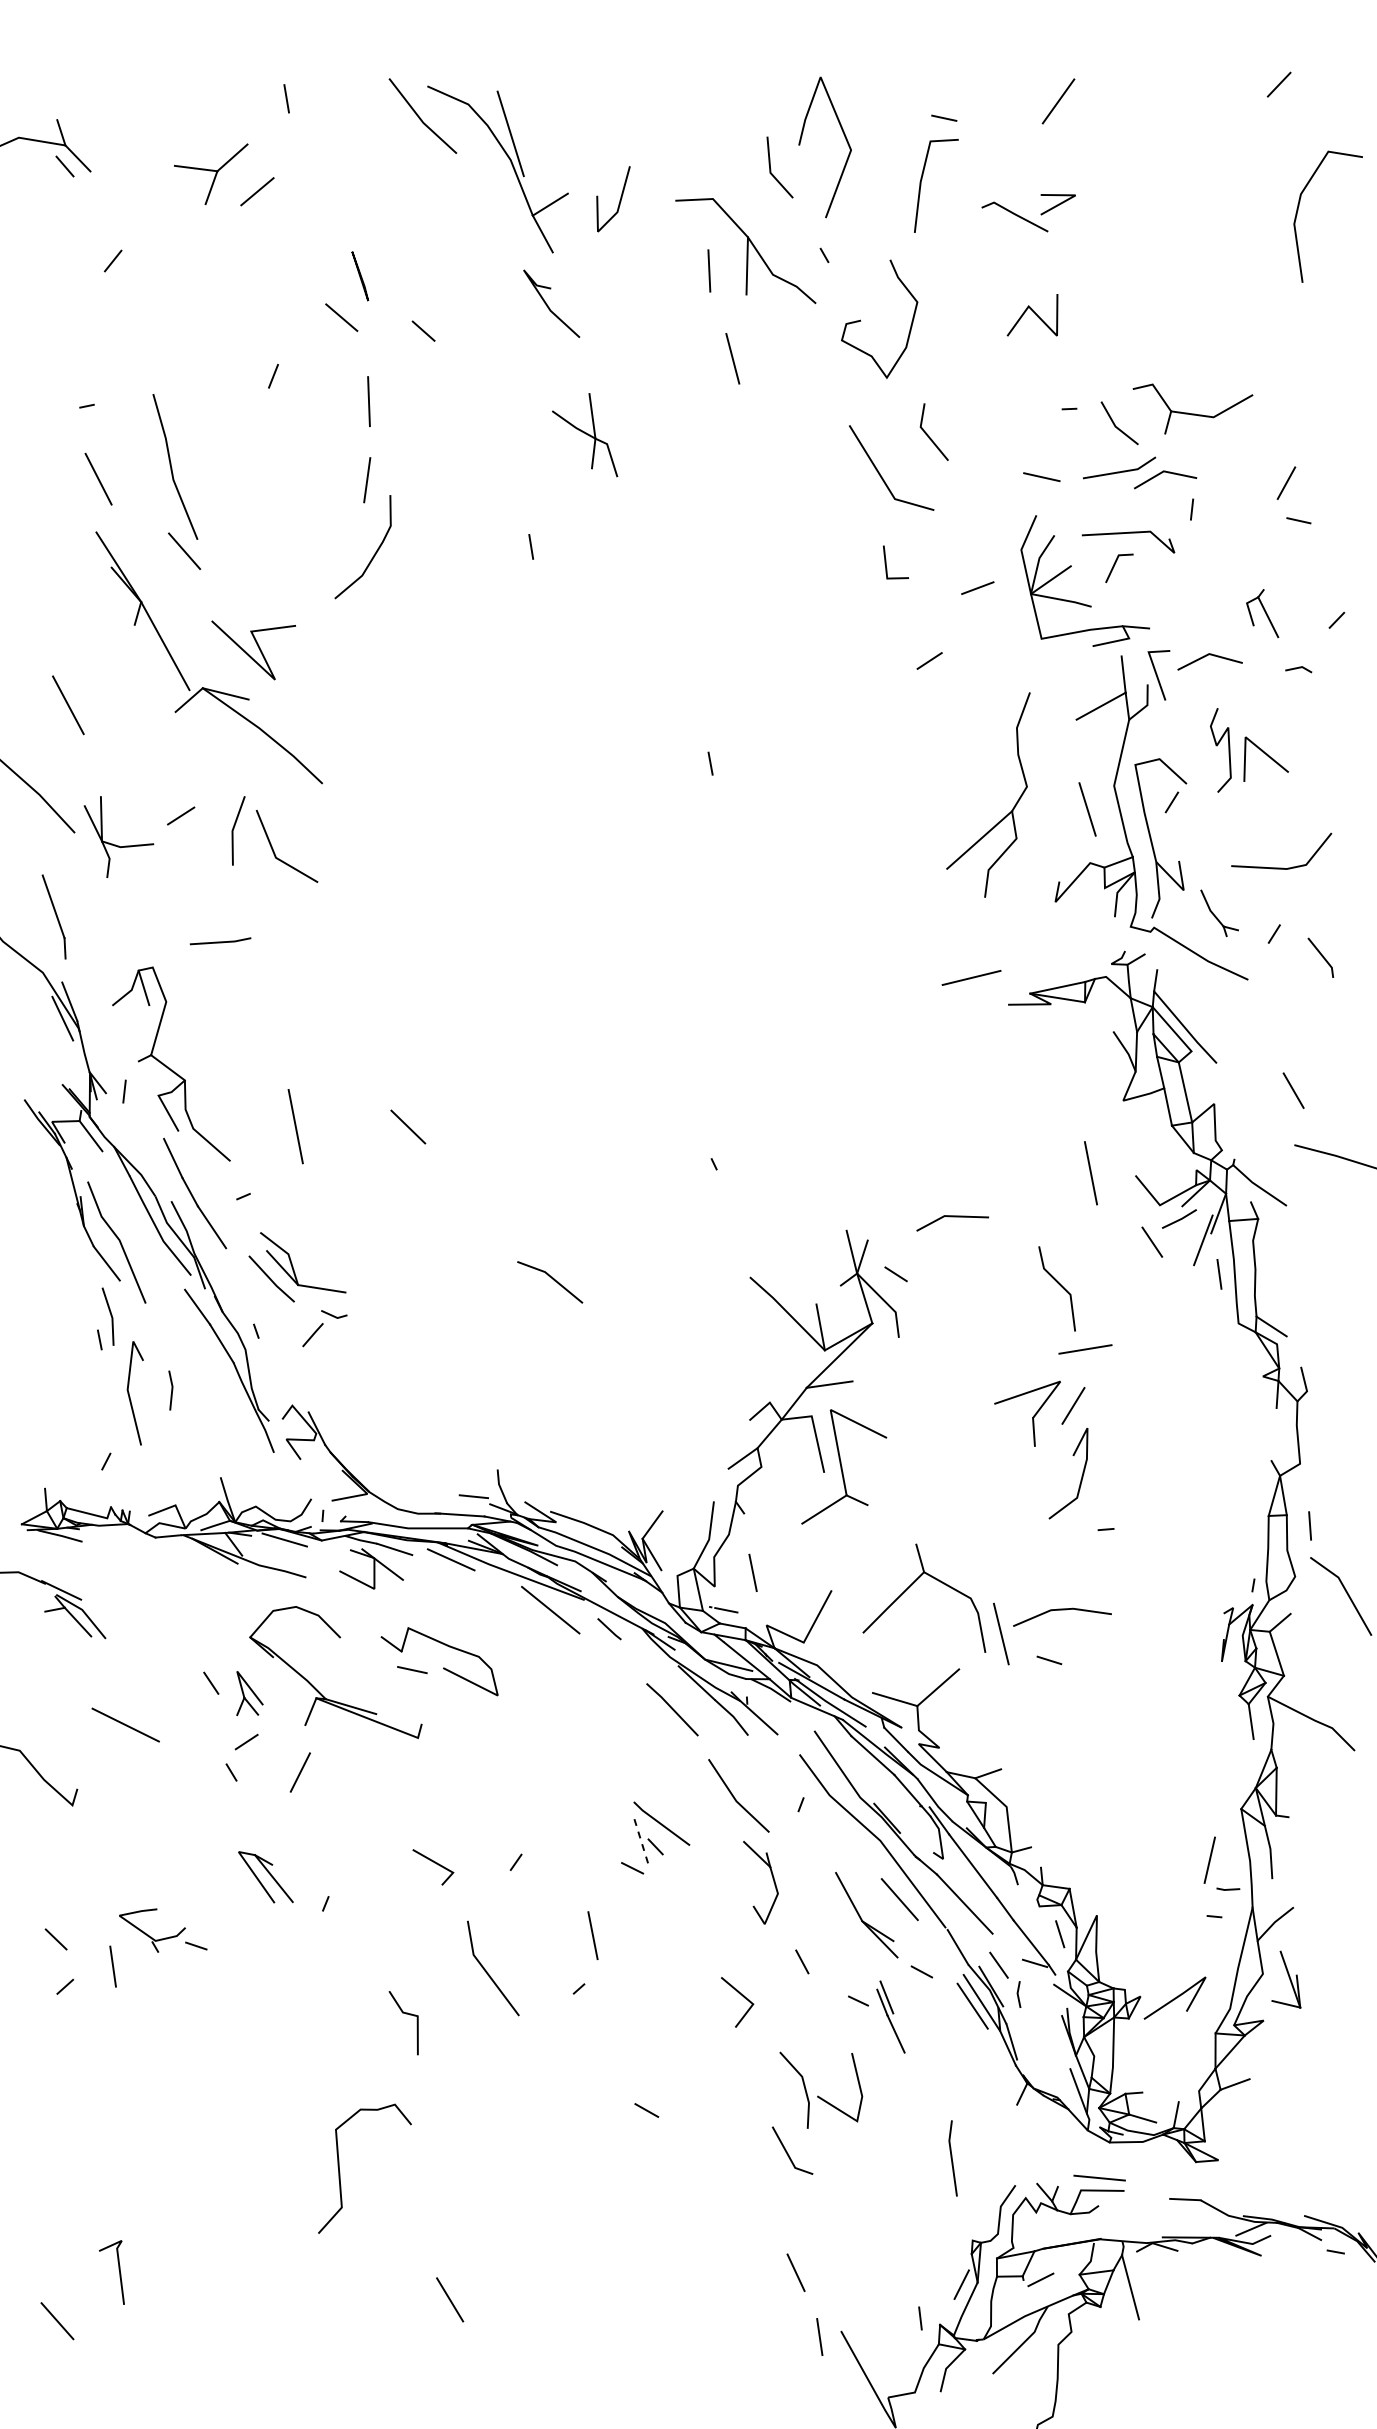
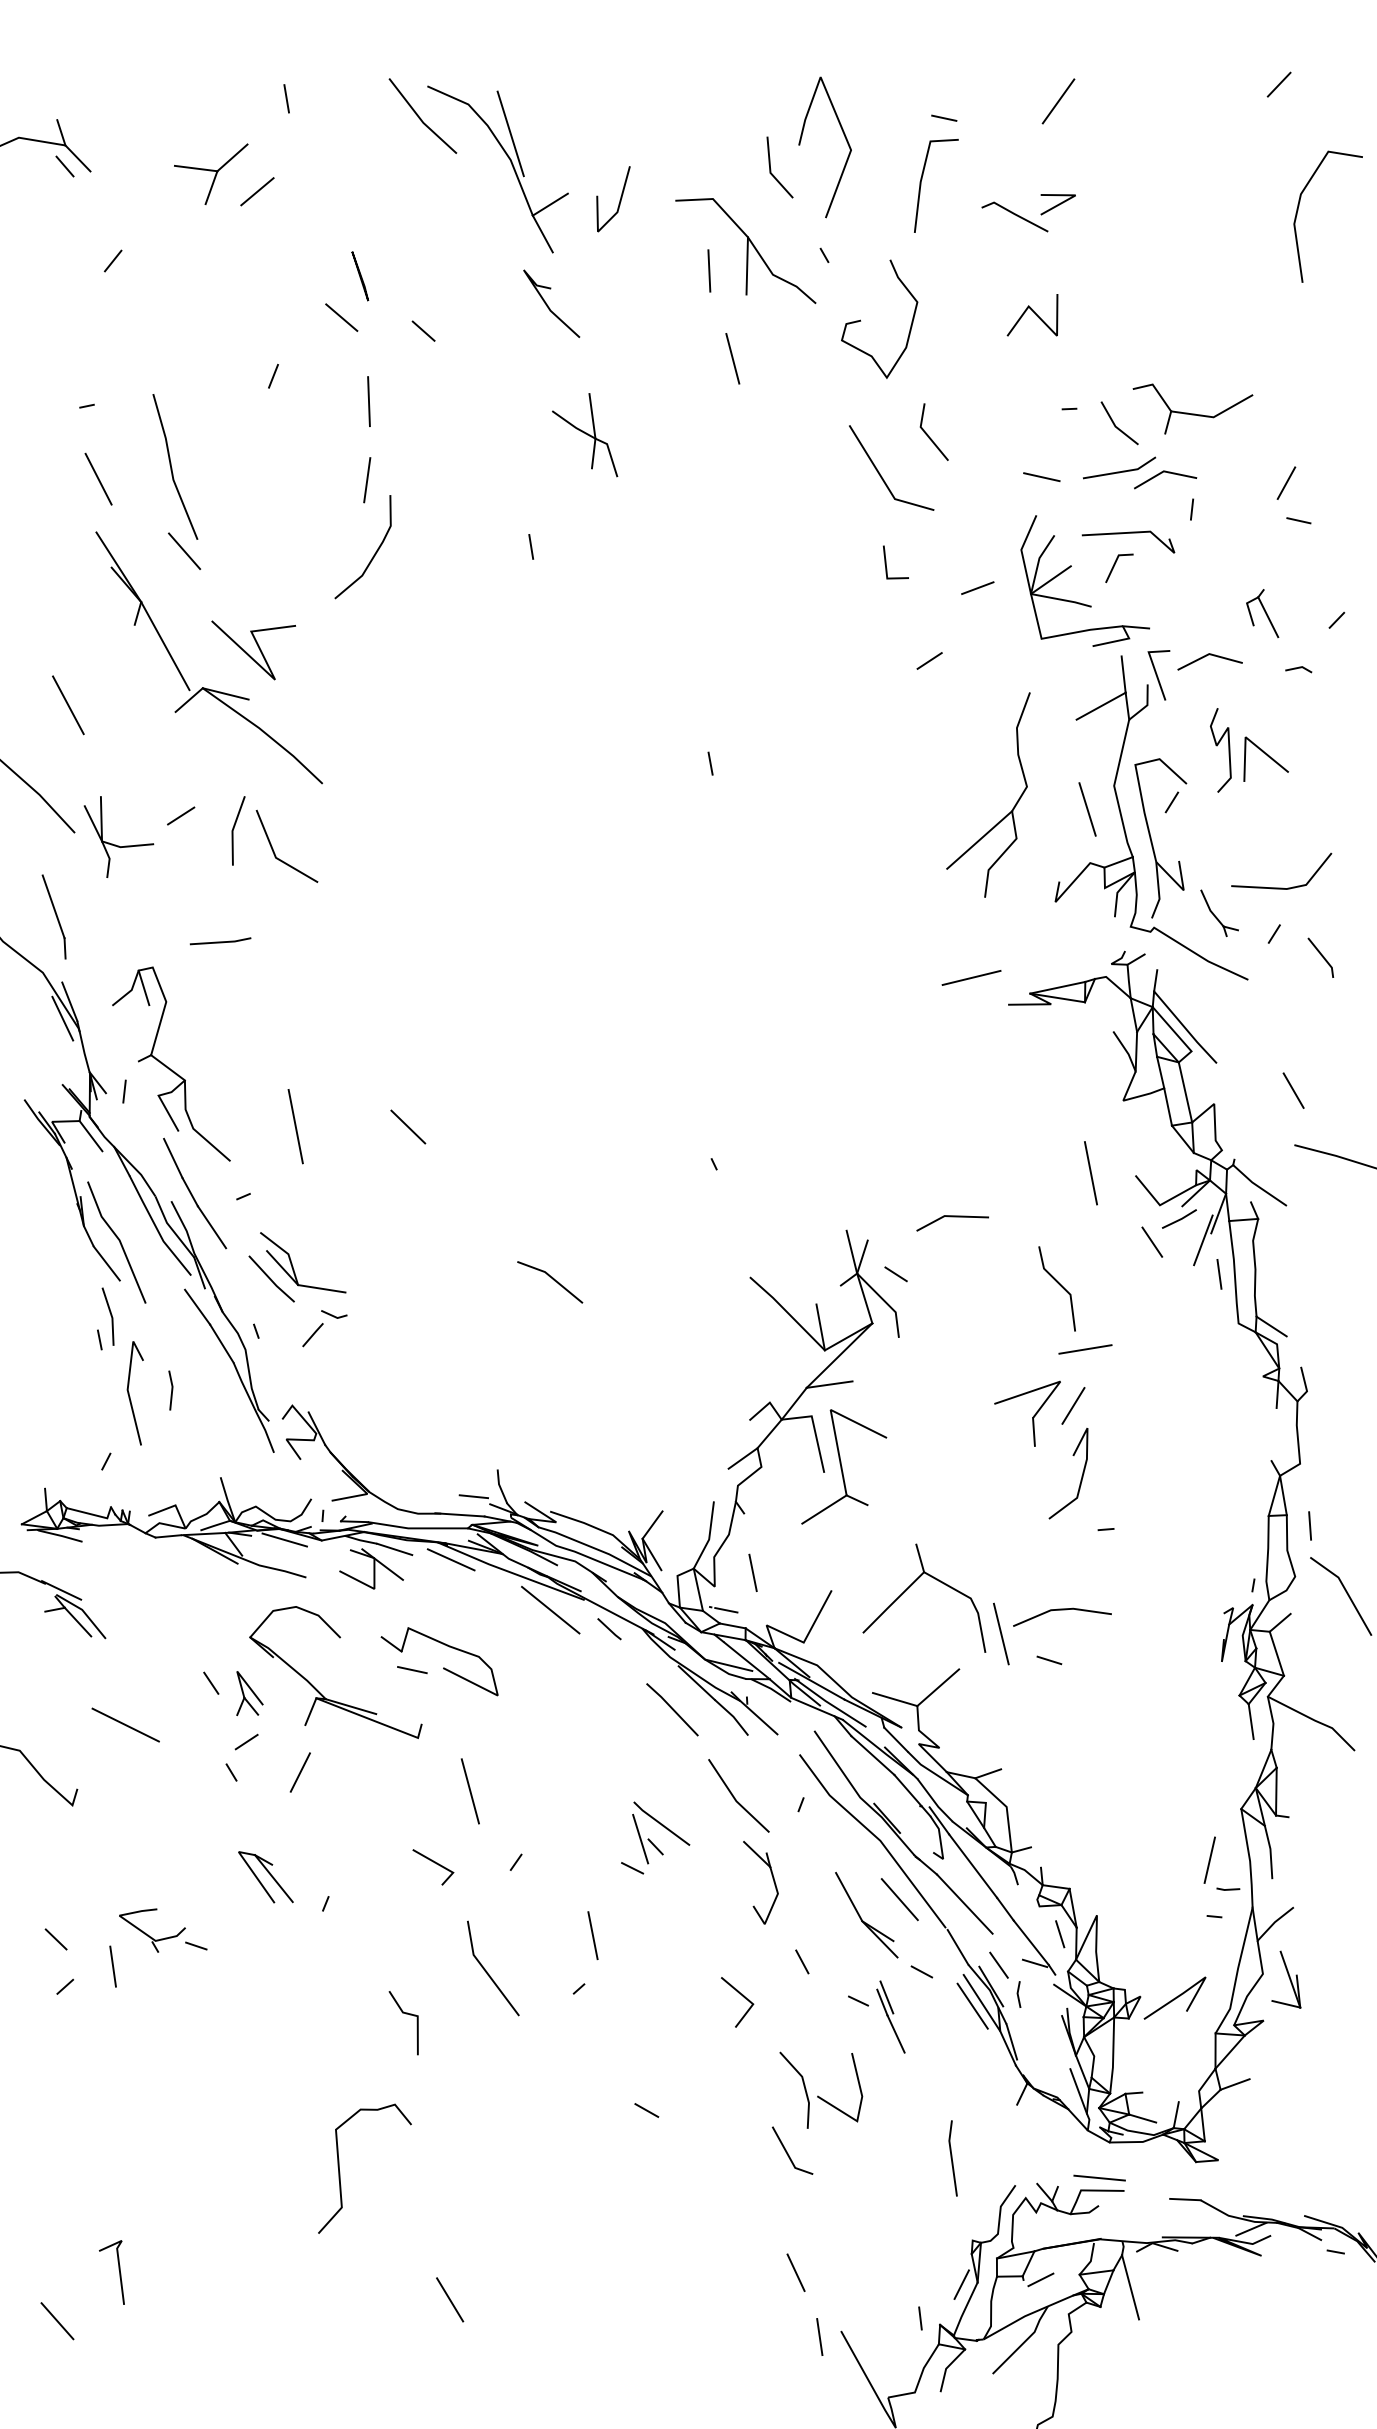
line at (1281, 867) position: (1281, 867) -> (1281, 887)
line at (469, 1791): none -> present
line at (640, 1838): dashed -> solid
